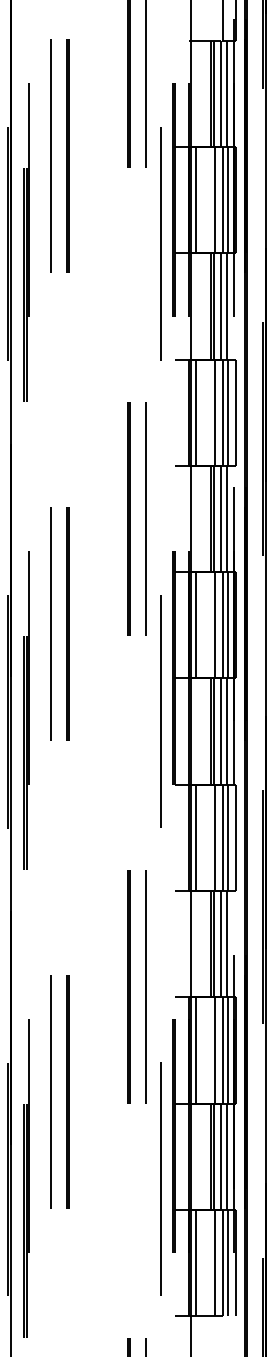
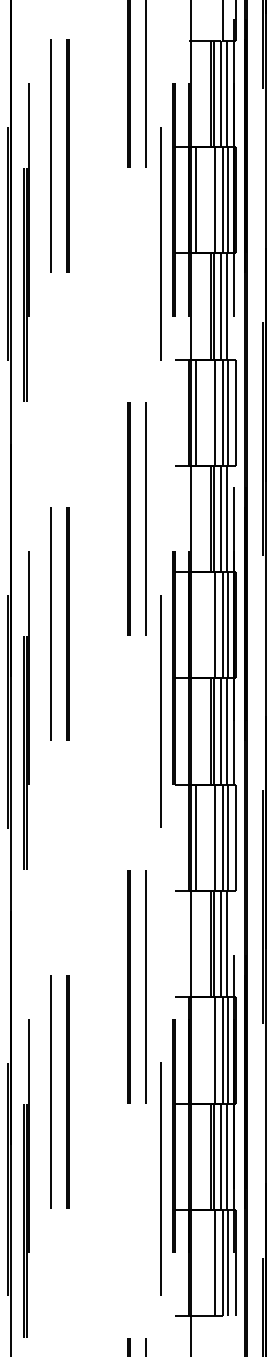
line at (195, 625): present -> none
line at (195, 1050): present -> none
line at (195, 1262): present -> none
